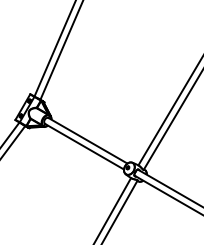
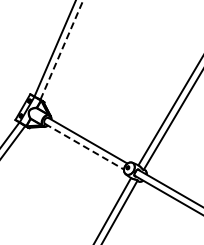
line at (61, 50): solid -> dashed
line at (84, 146): solid -> dashed
